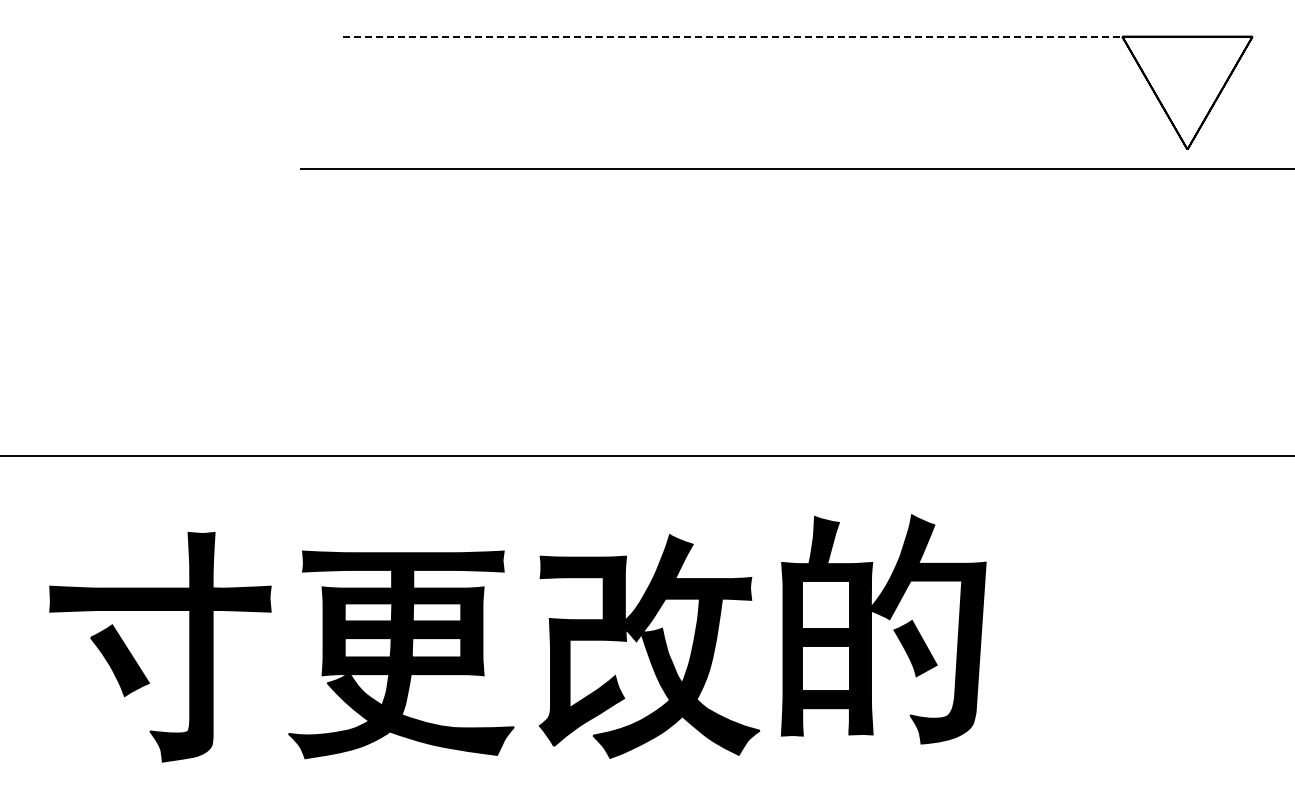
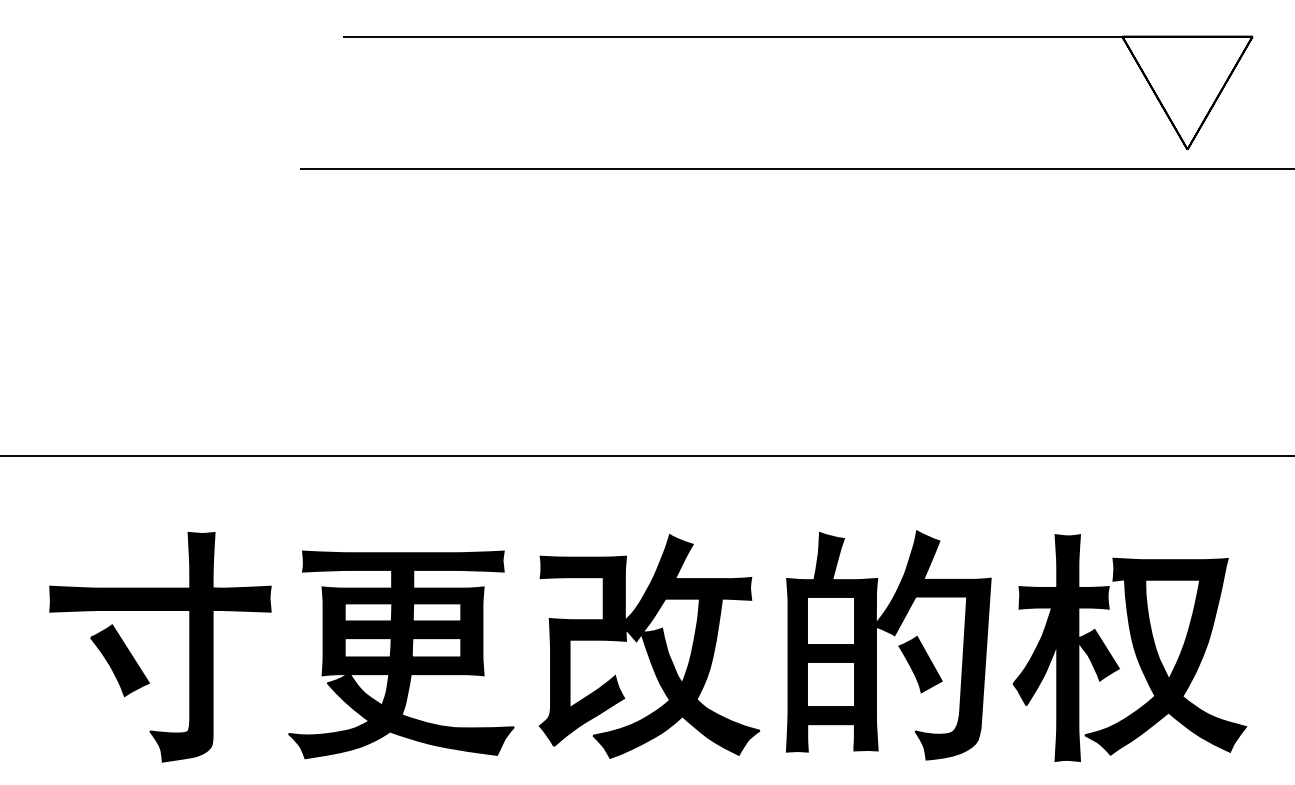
line at (736, 36): dashed -> solid
part at (893, 629) position: (893, 629) -> (898, 645)
part at (1129, 647): none -> present
